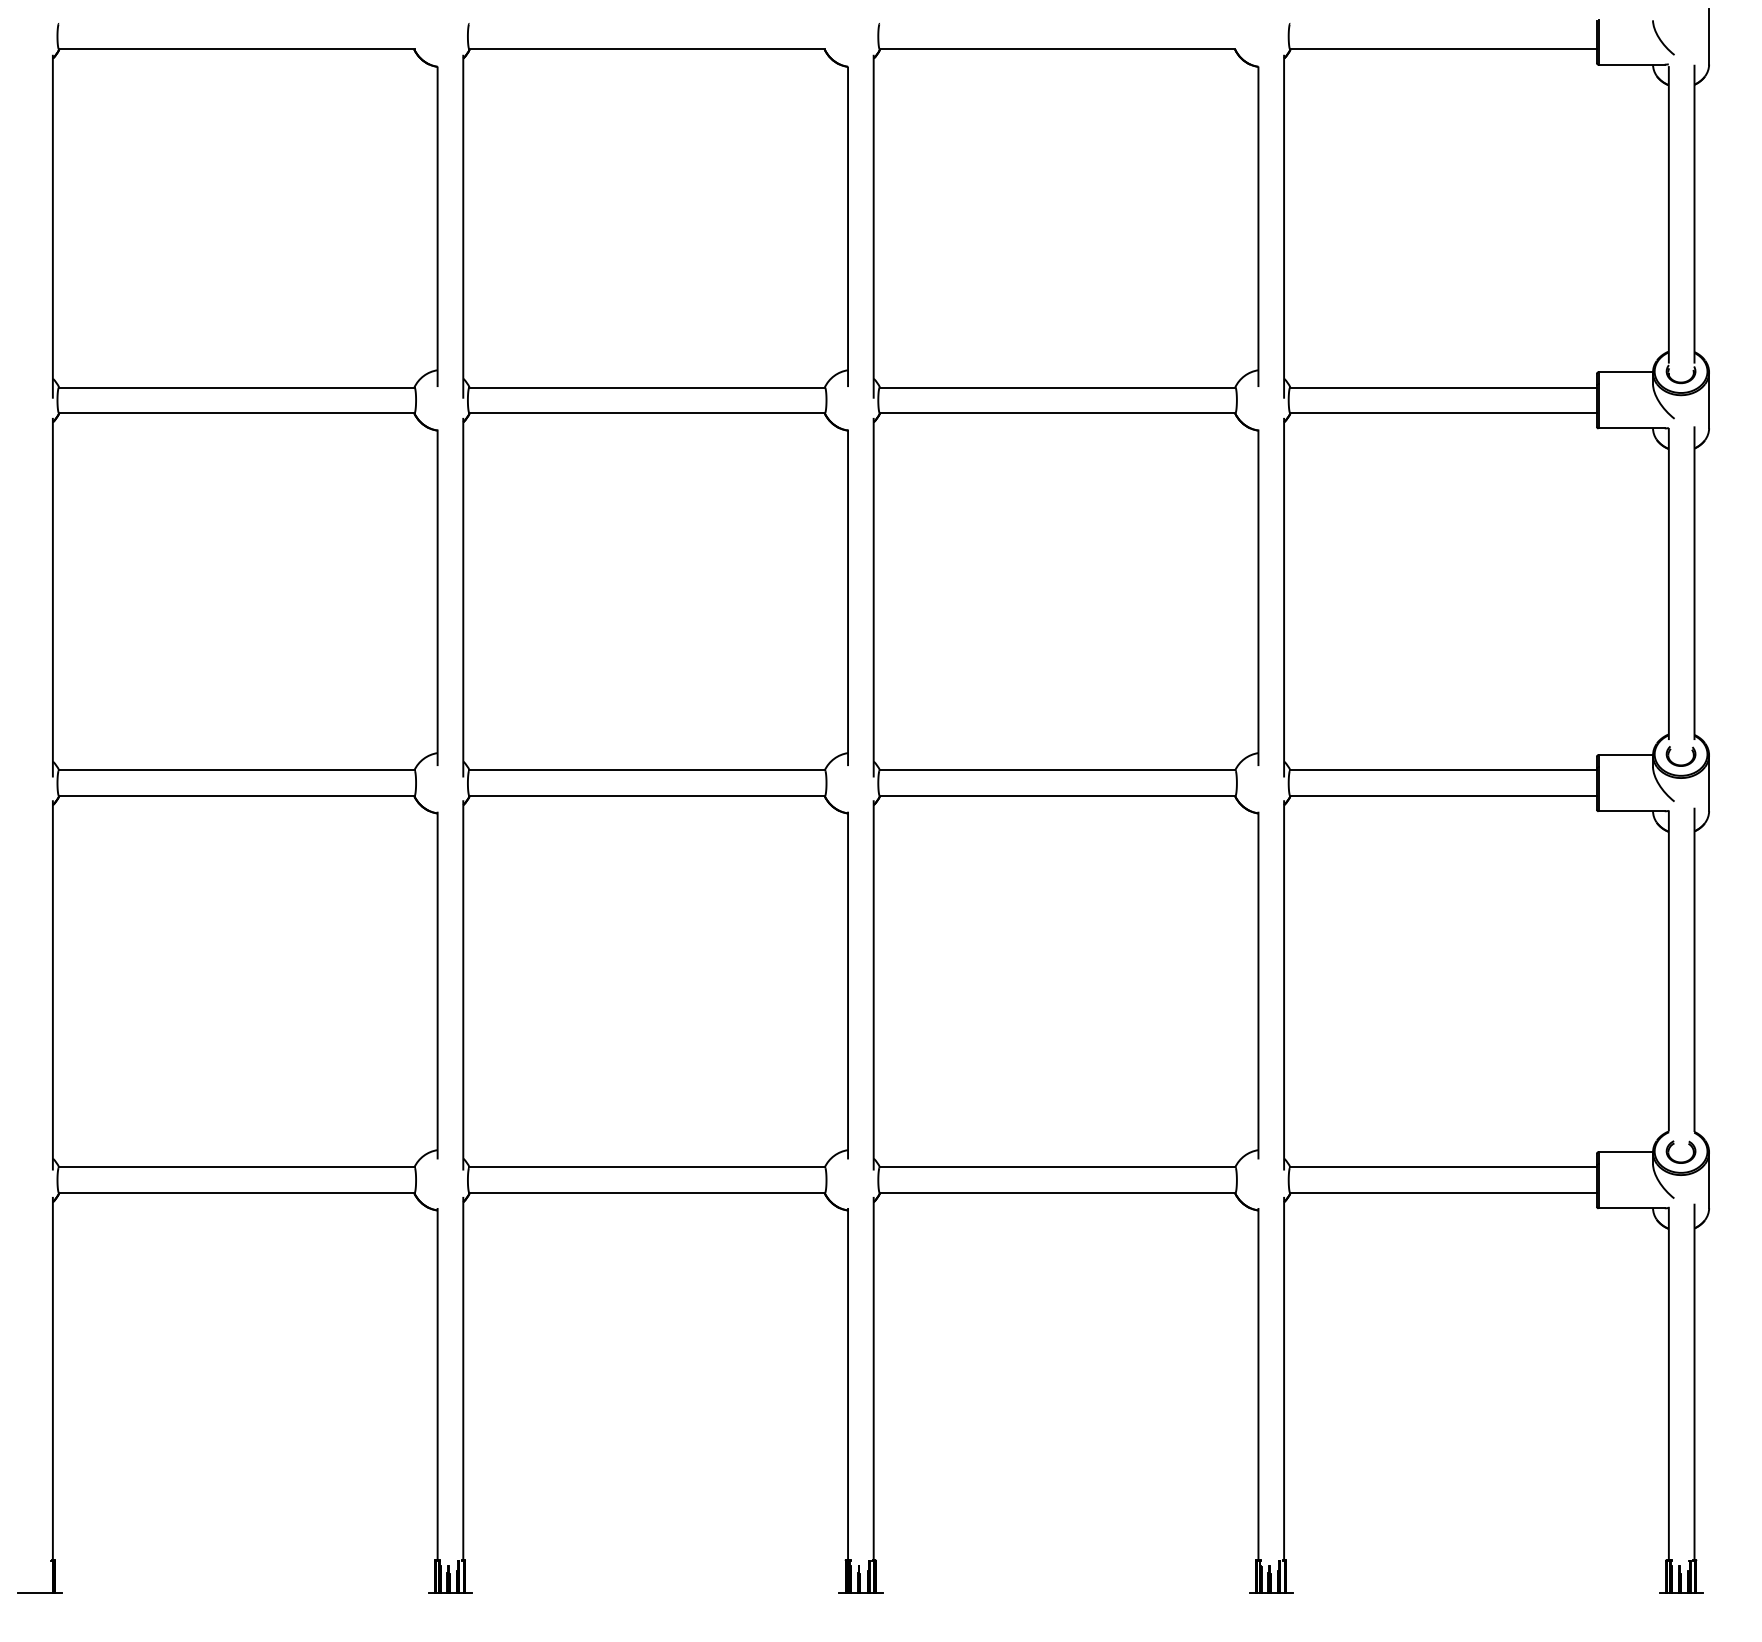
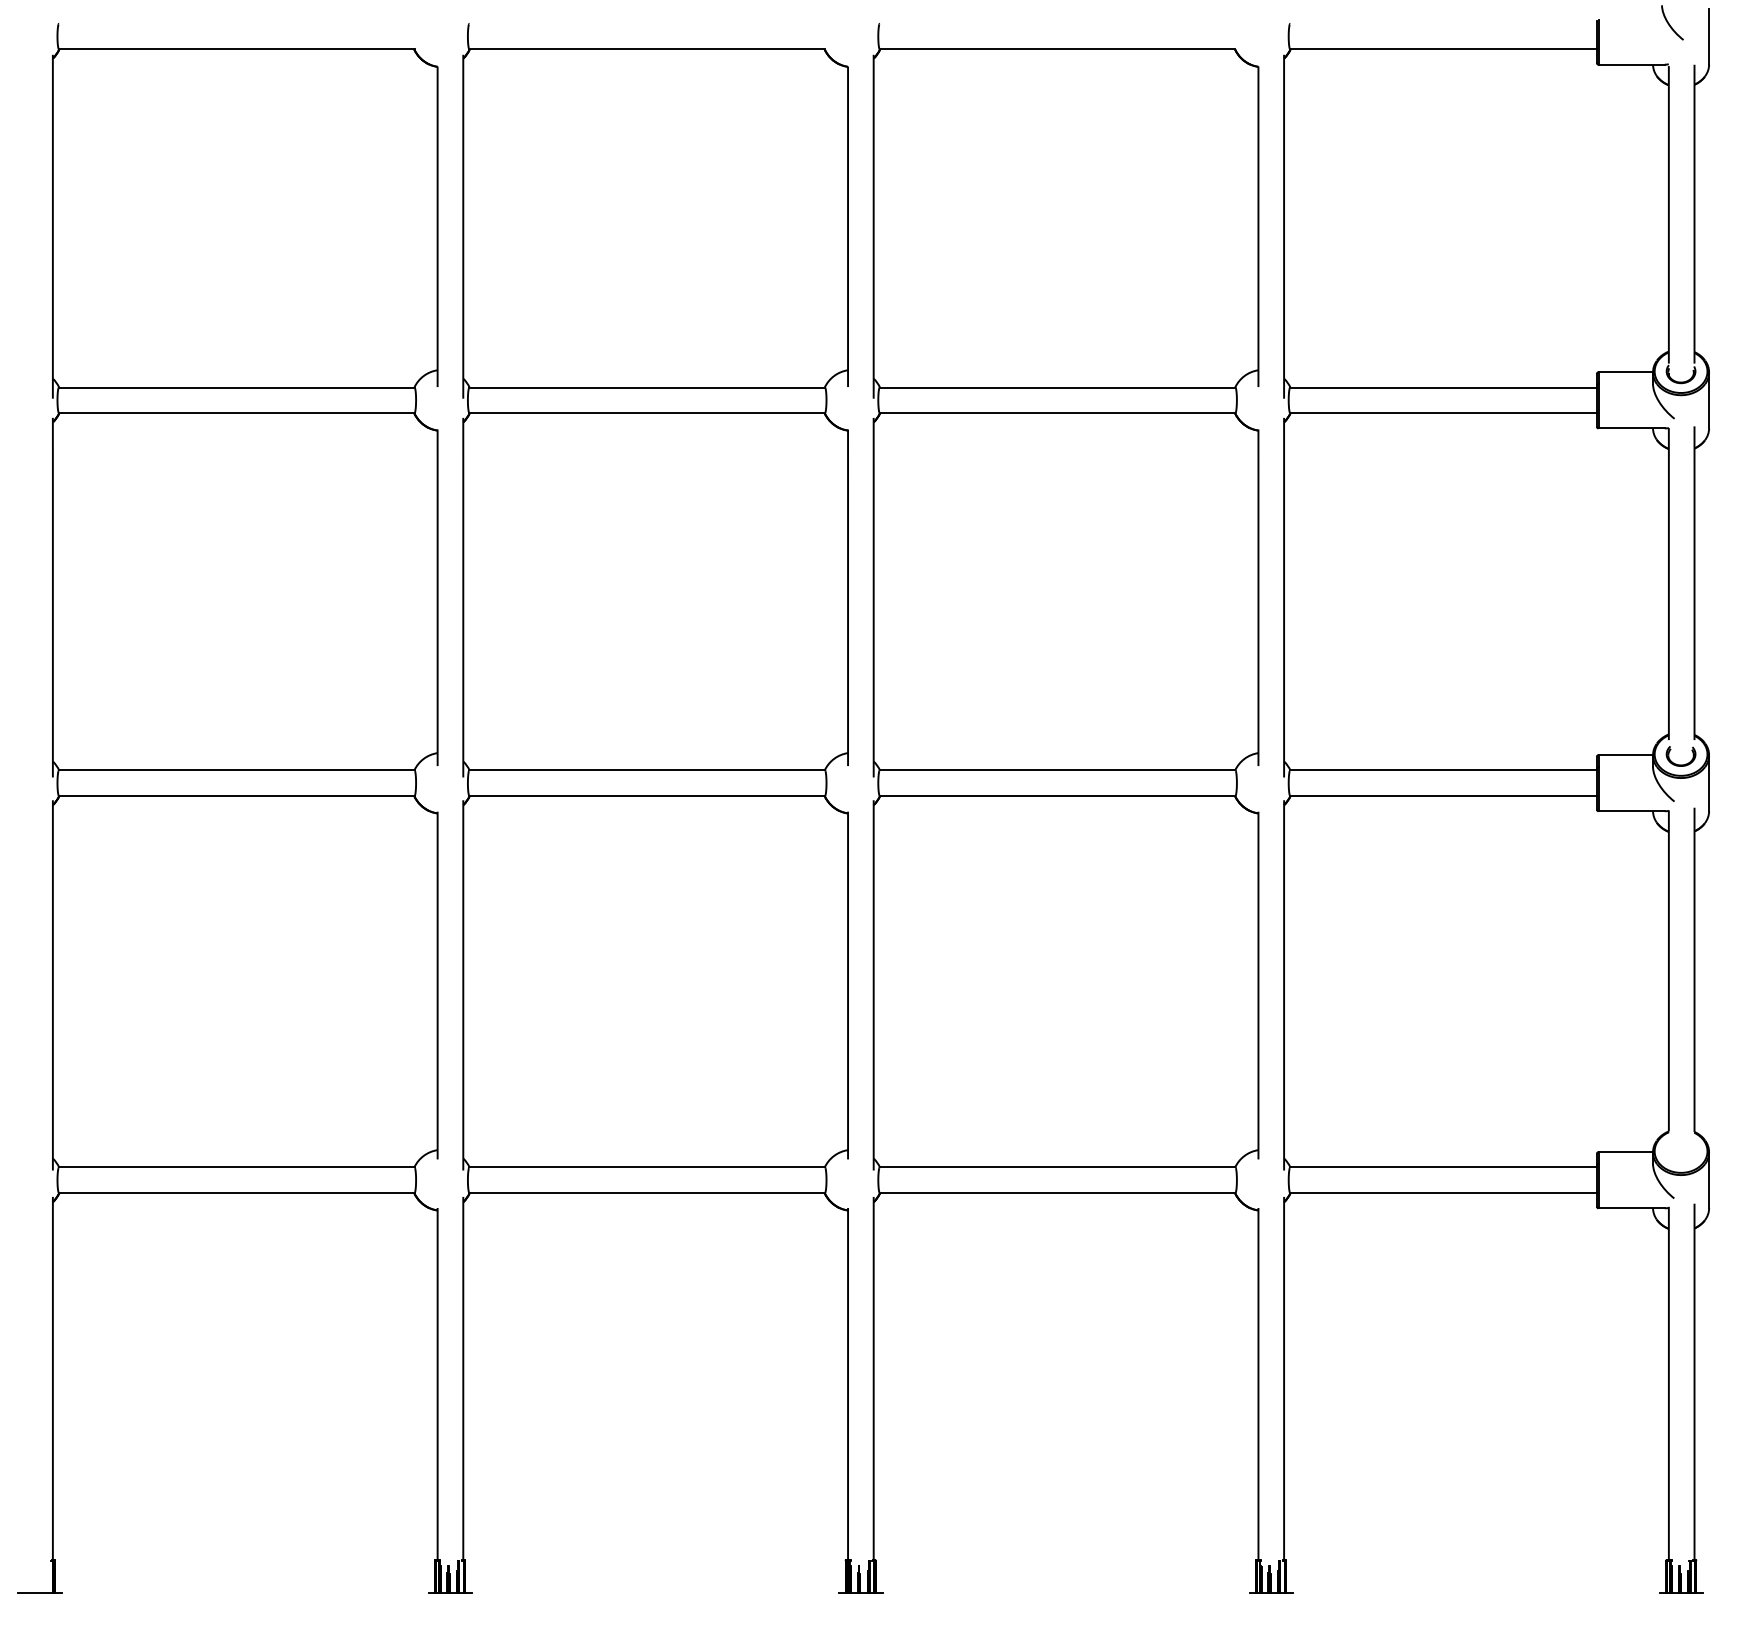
curve at (1661, 39) position: (1661, 39) -> (1670, 24)
part at (1674, 1144): present -> none
